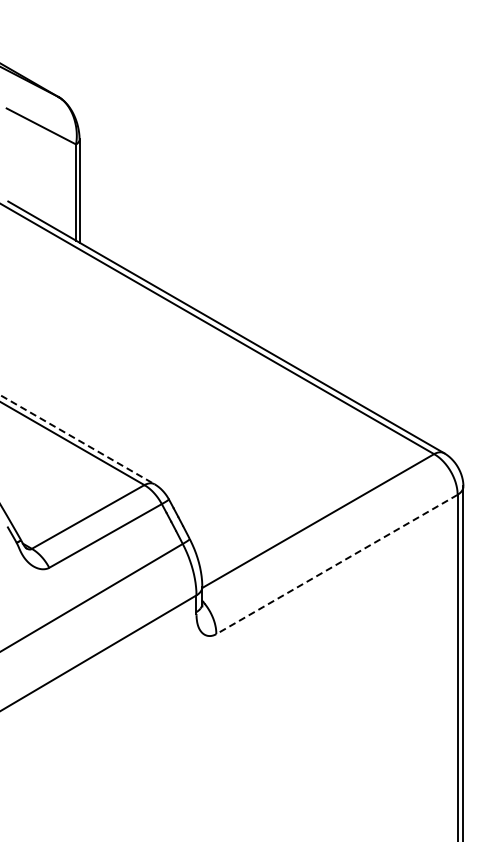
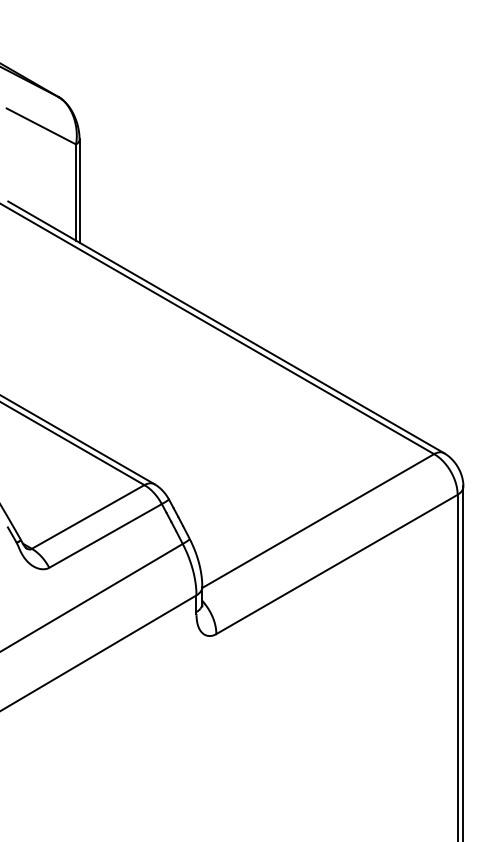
line at (77, 439): dashed -> solid
line at (336, 564): dashed -> solid
